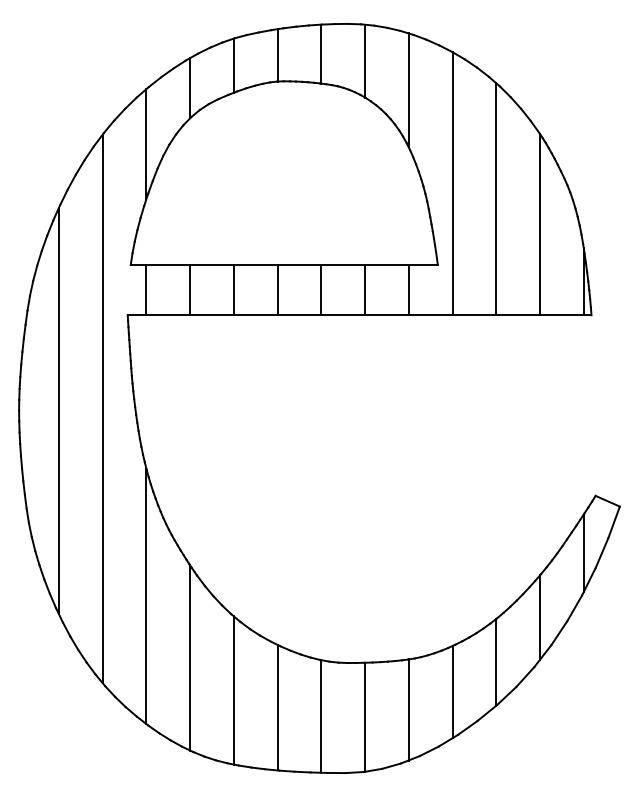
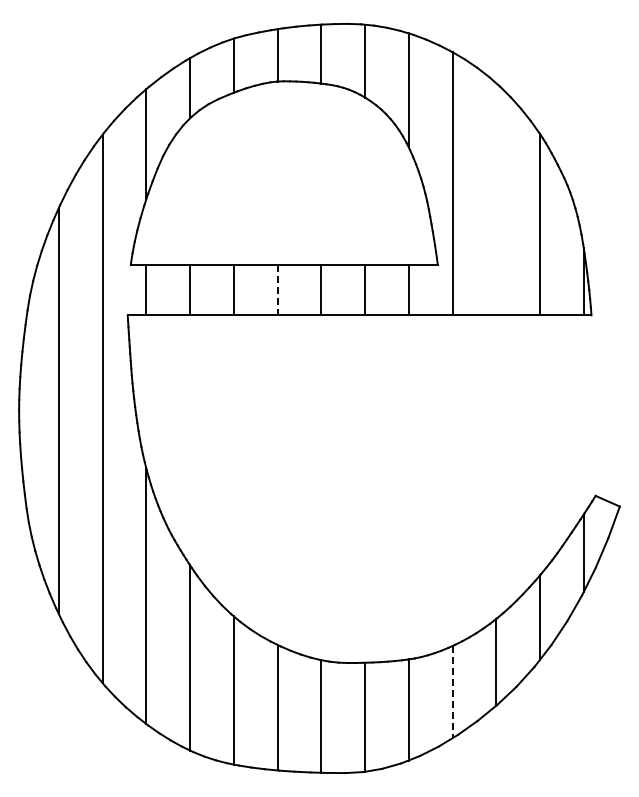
line at (496, 199): present -> none
line at (277, 290): solid -> dashed
line at (452, 692): solid -> dashed
